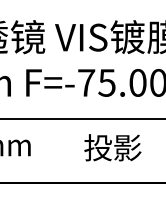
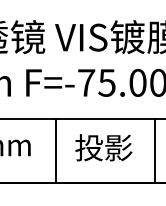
text at (112, 147) position: (112, 147) -> (103, 147)
line at (55, 150): none -> present
line at (155, 150): none -> present
